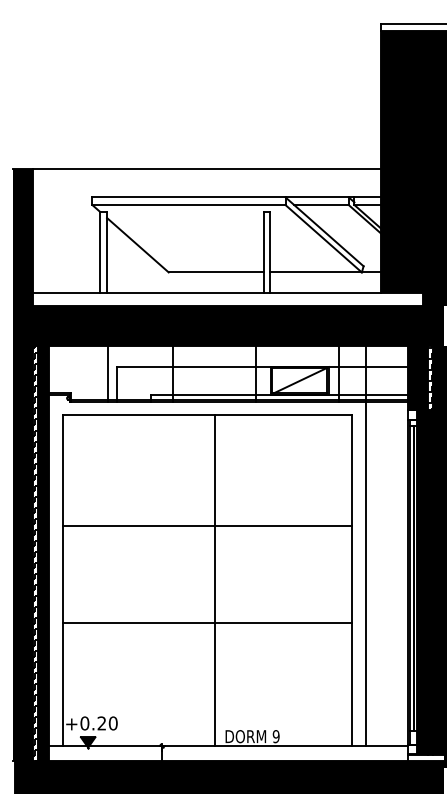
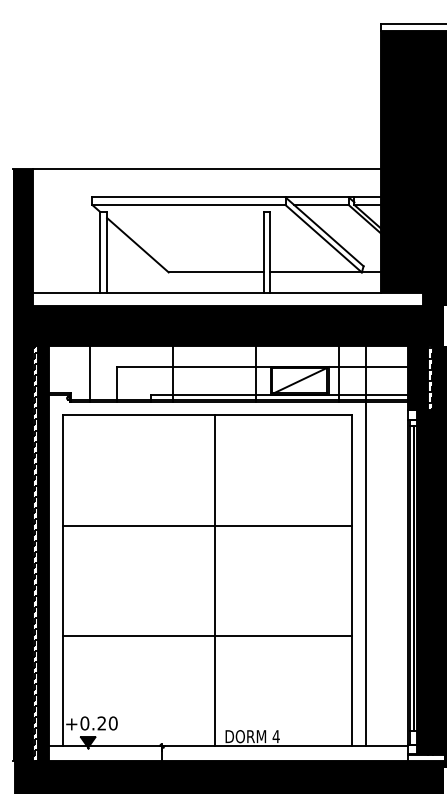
line at (108, 373) position: (108, 373) -> (90, 373)
line at (207, 622) position: (207, 622) -> (207, 635)
text at (275, 736): 9 -> 4
